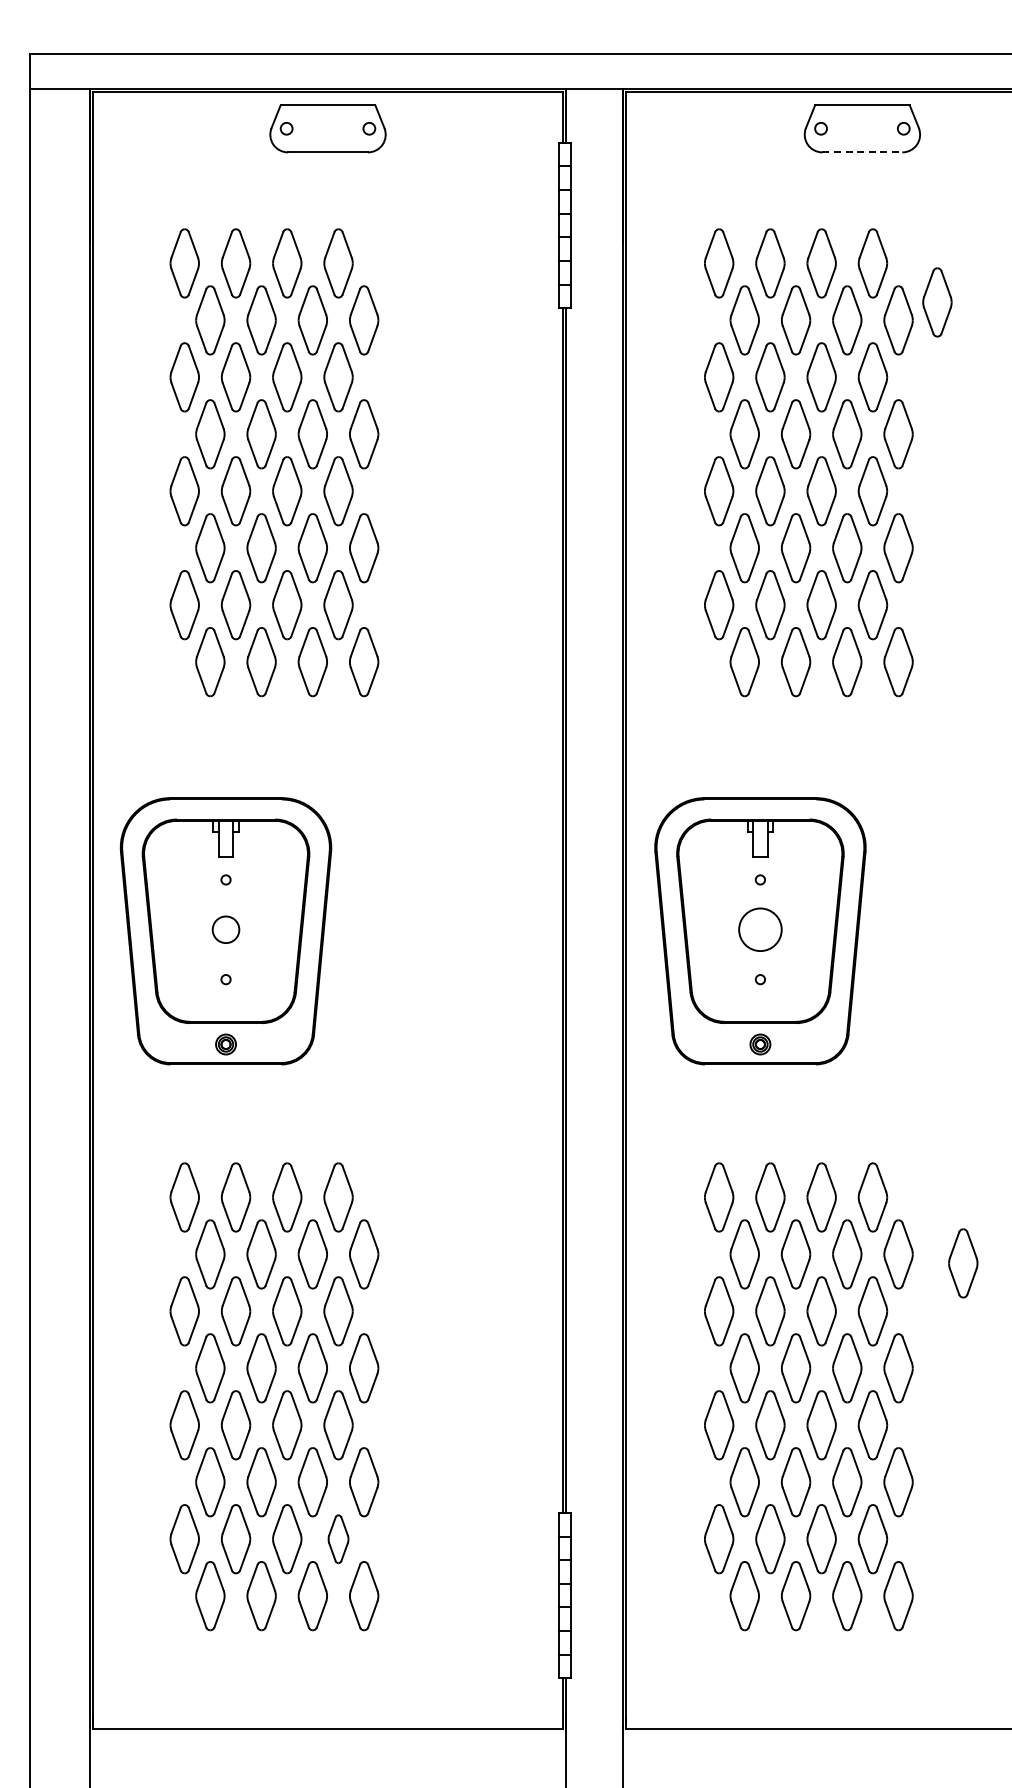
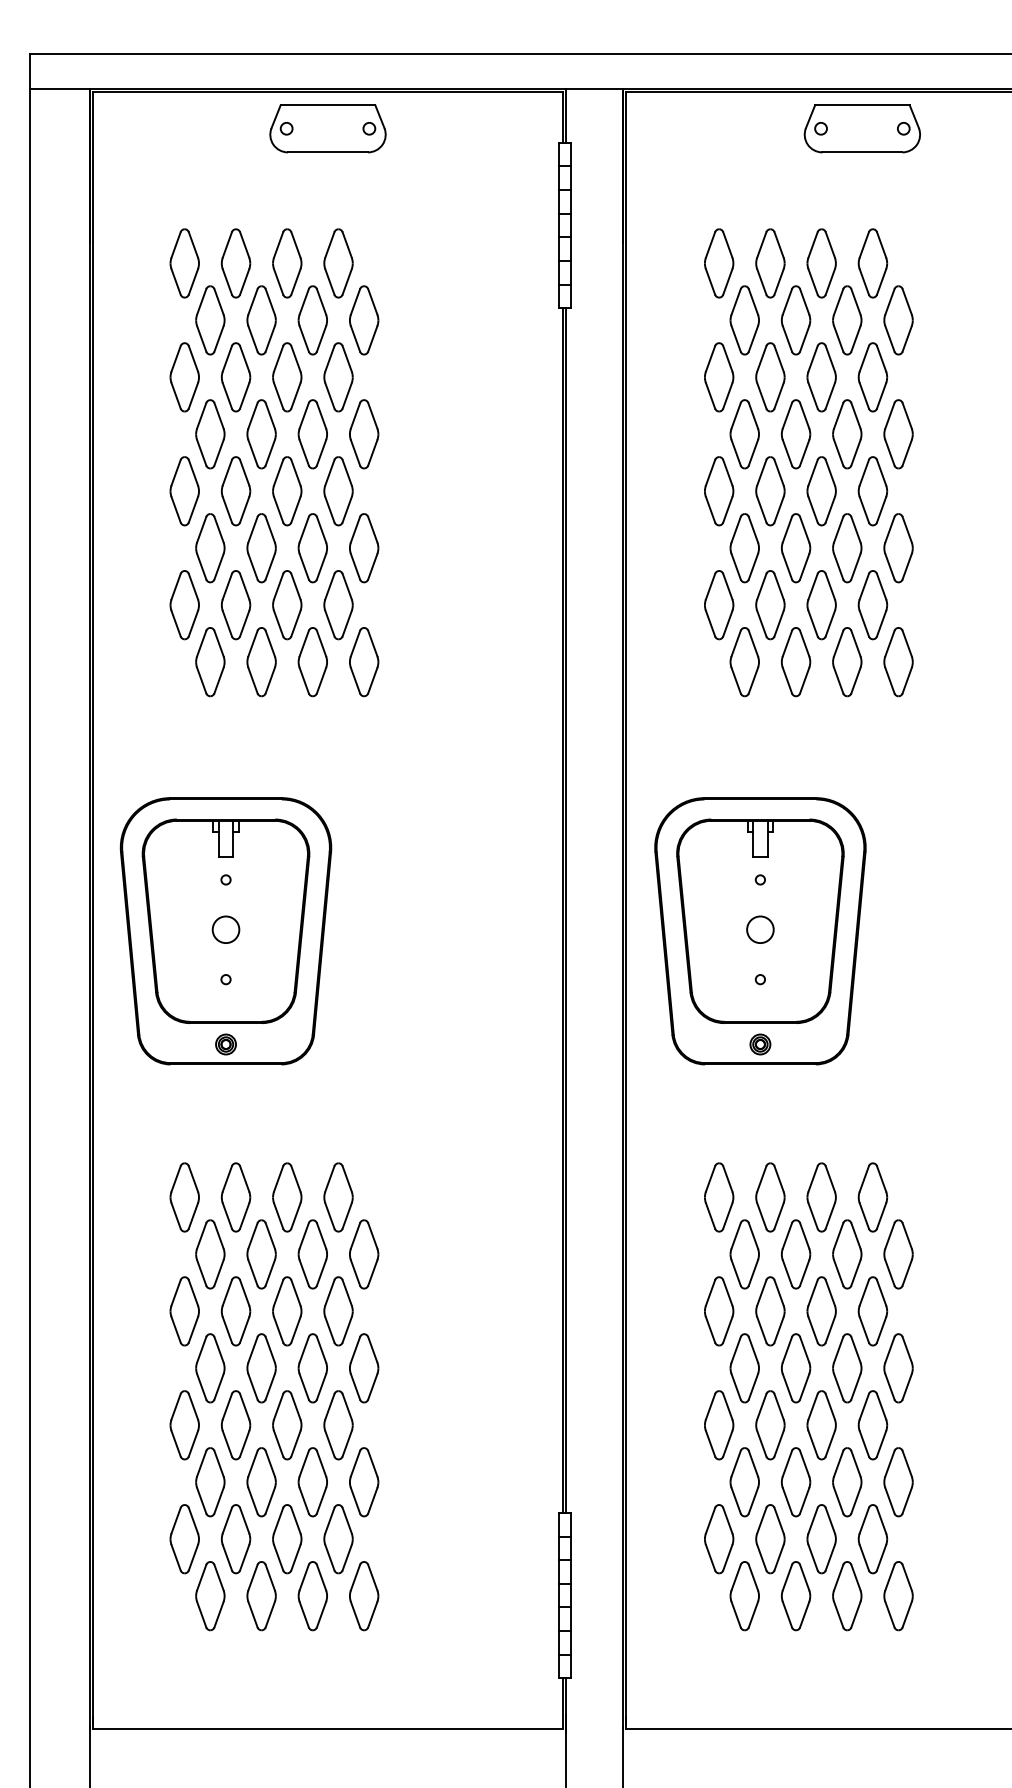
line at (862, 152): dashed -> solid
part at (937, 302): present -> none
circle at (760, 929) diameter: 43 px -> 27 px
part at (963, 1263): present -> none
part at (338, 1538) size: 23x50 px -> 31x71 px
